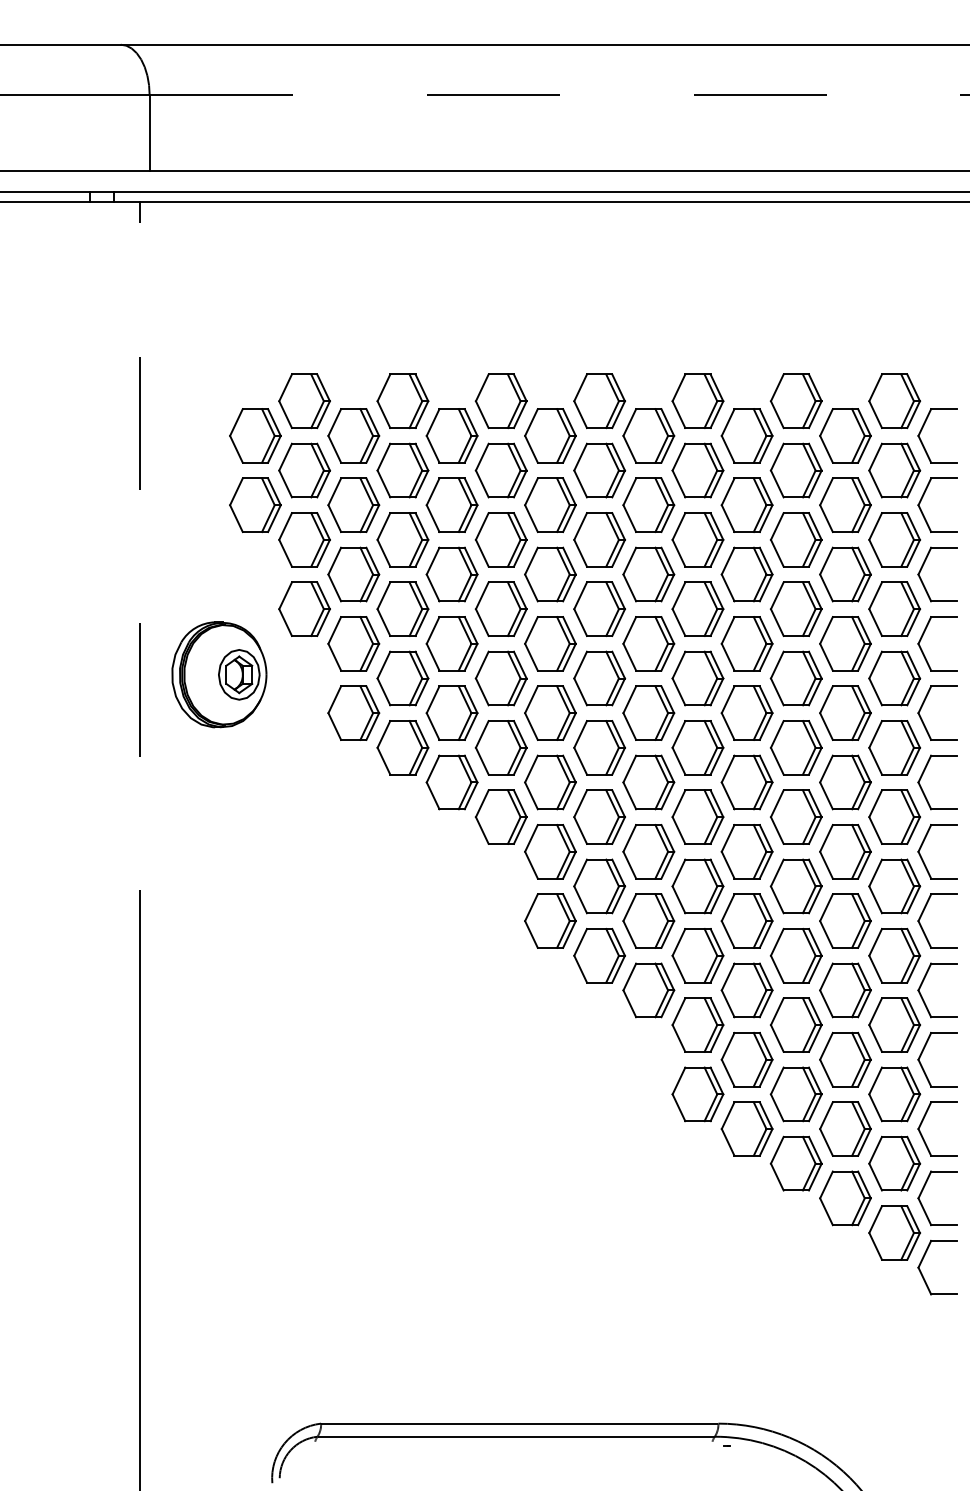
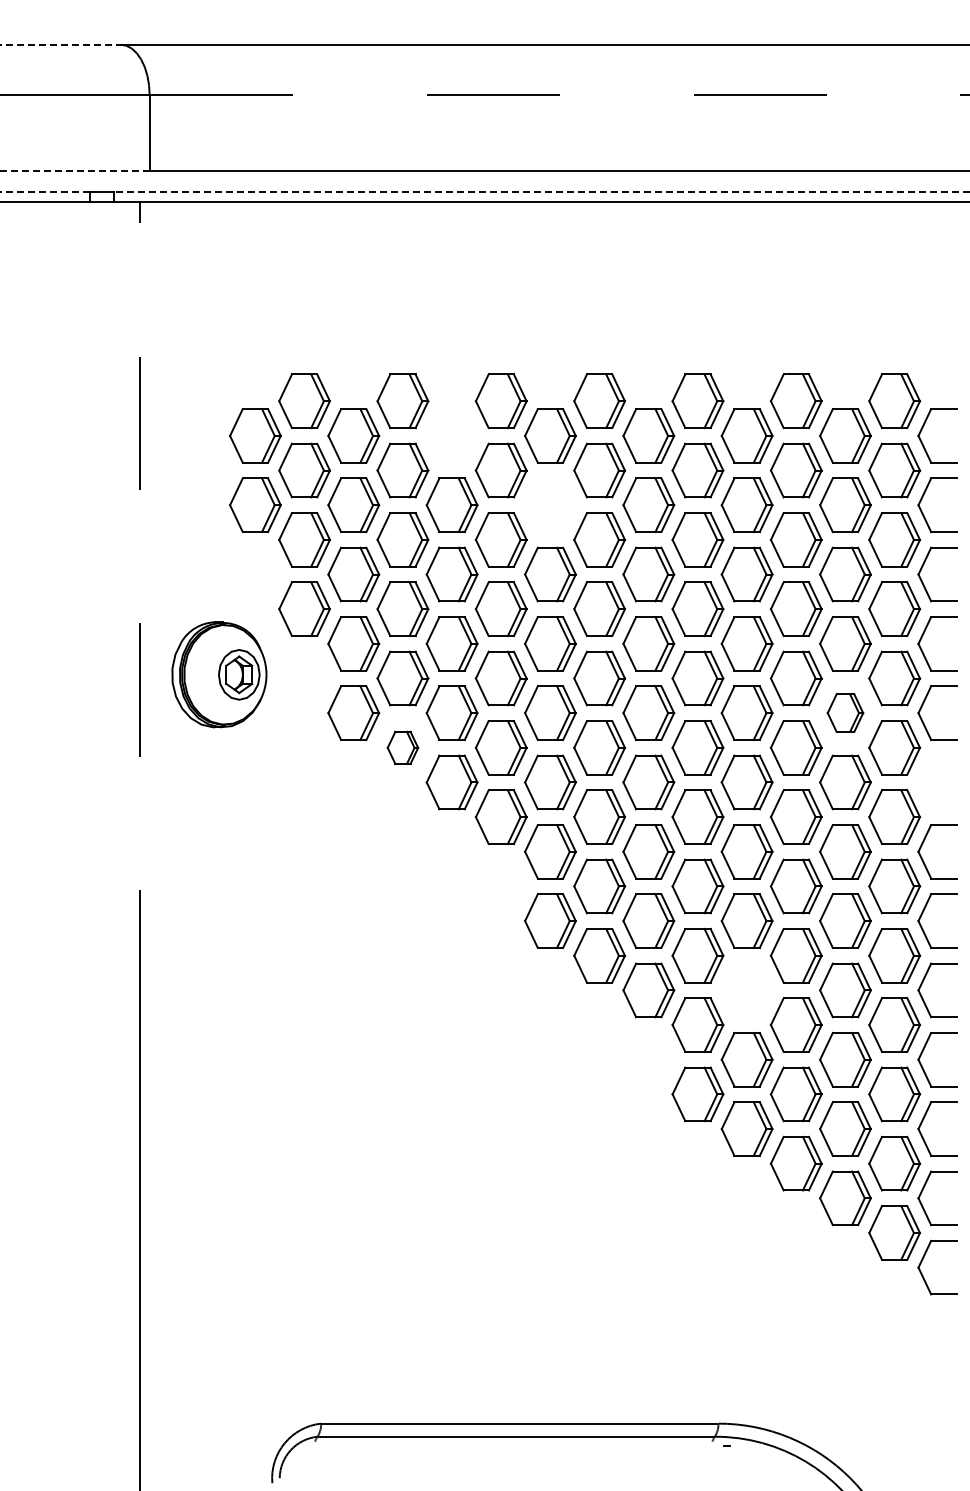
line at (60, 44): solid -> dashed
line at (74, 170): solid -> dashed
line at (45, 191): solid -> dashed
line at (541, 191): solid -> dashed
part at (451, 435): present -> none
part at (550, 504): present -> none
part at (845, 712) size: 53x56 px -> 39x40 px
part at (402, 747) size: 54x56 px -> 34x35 px
part at (923, 774): present -> none
part at (746, 990): present -> none
